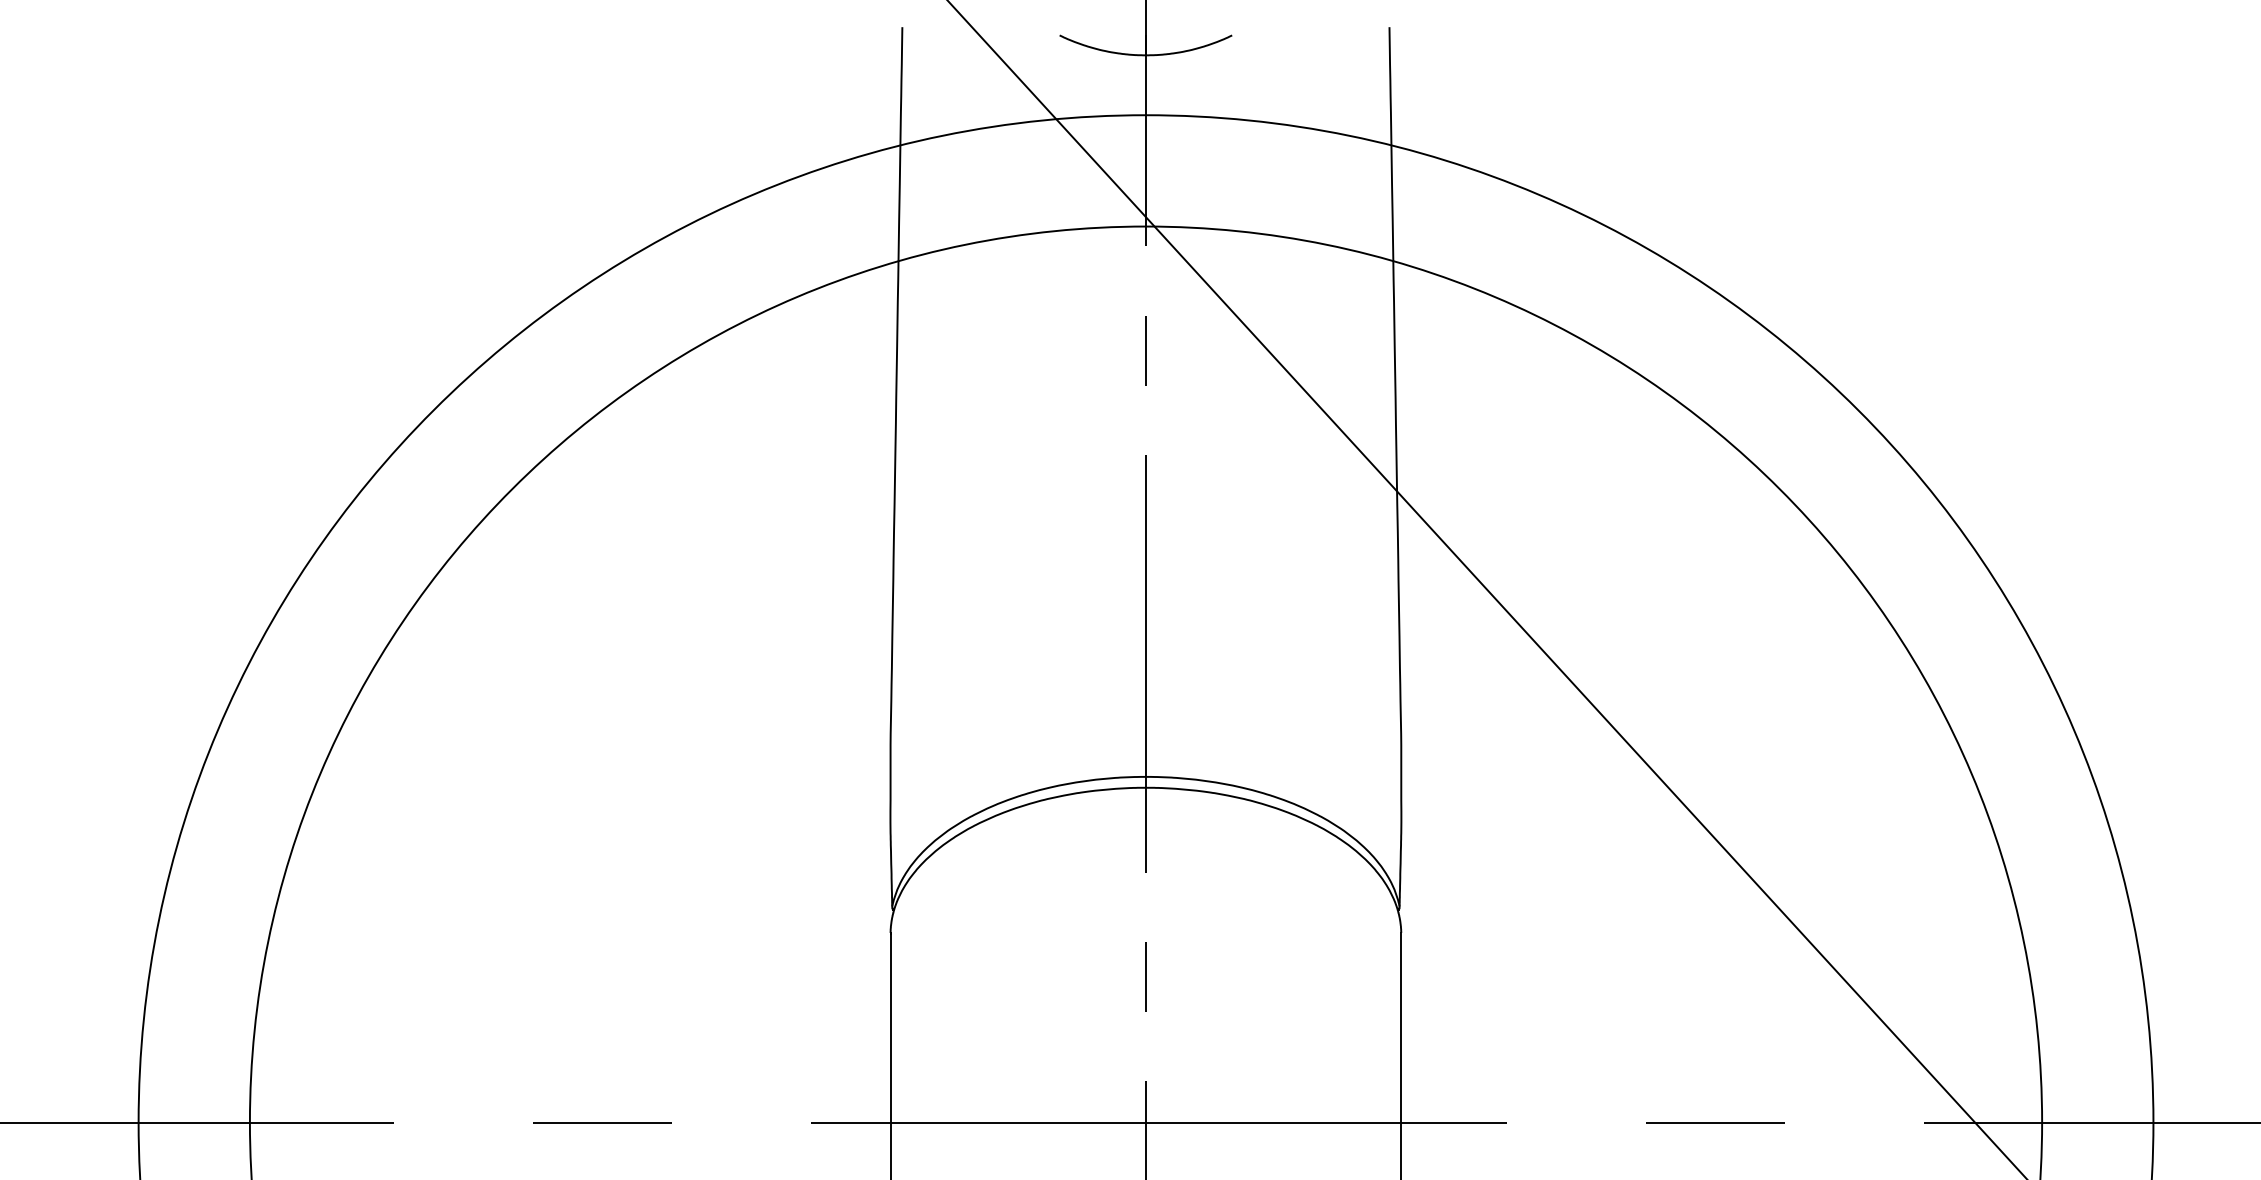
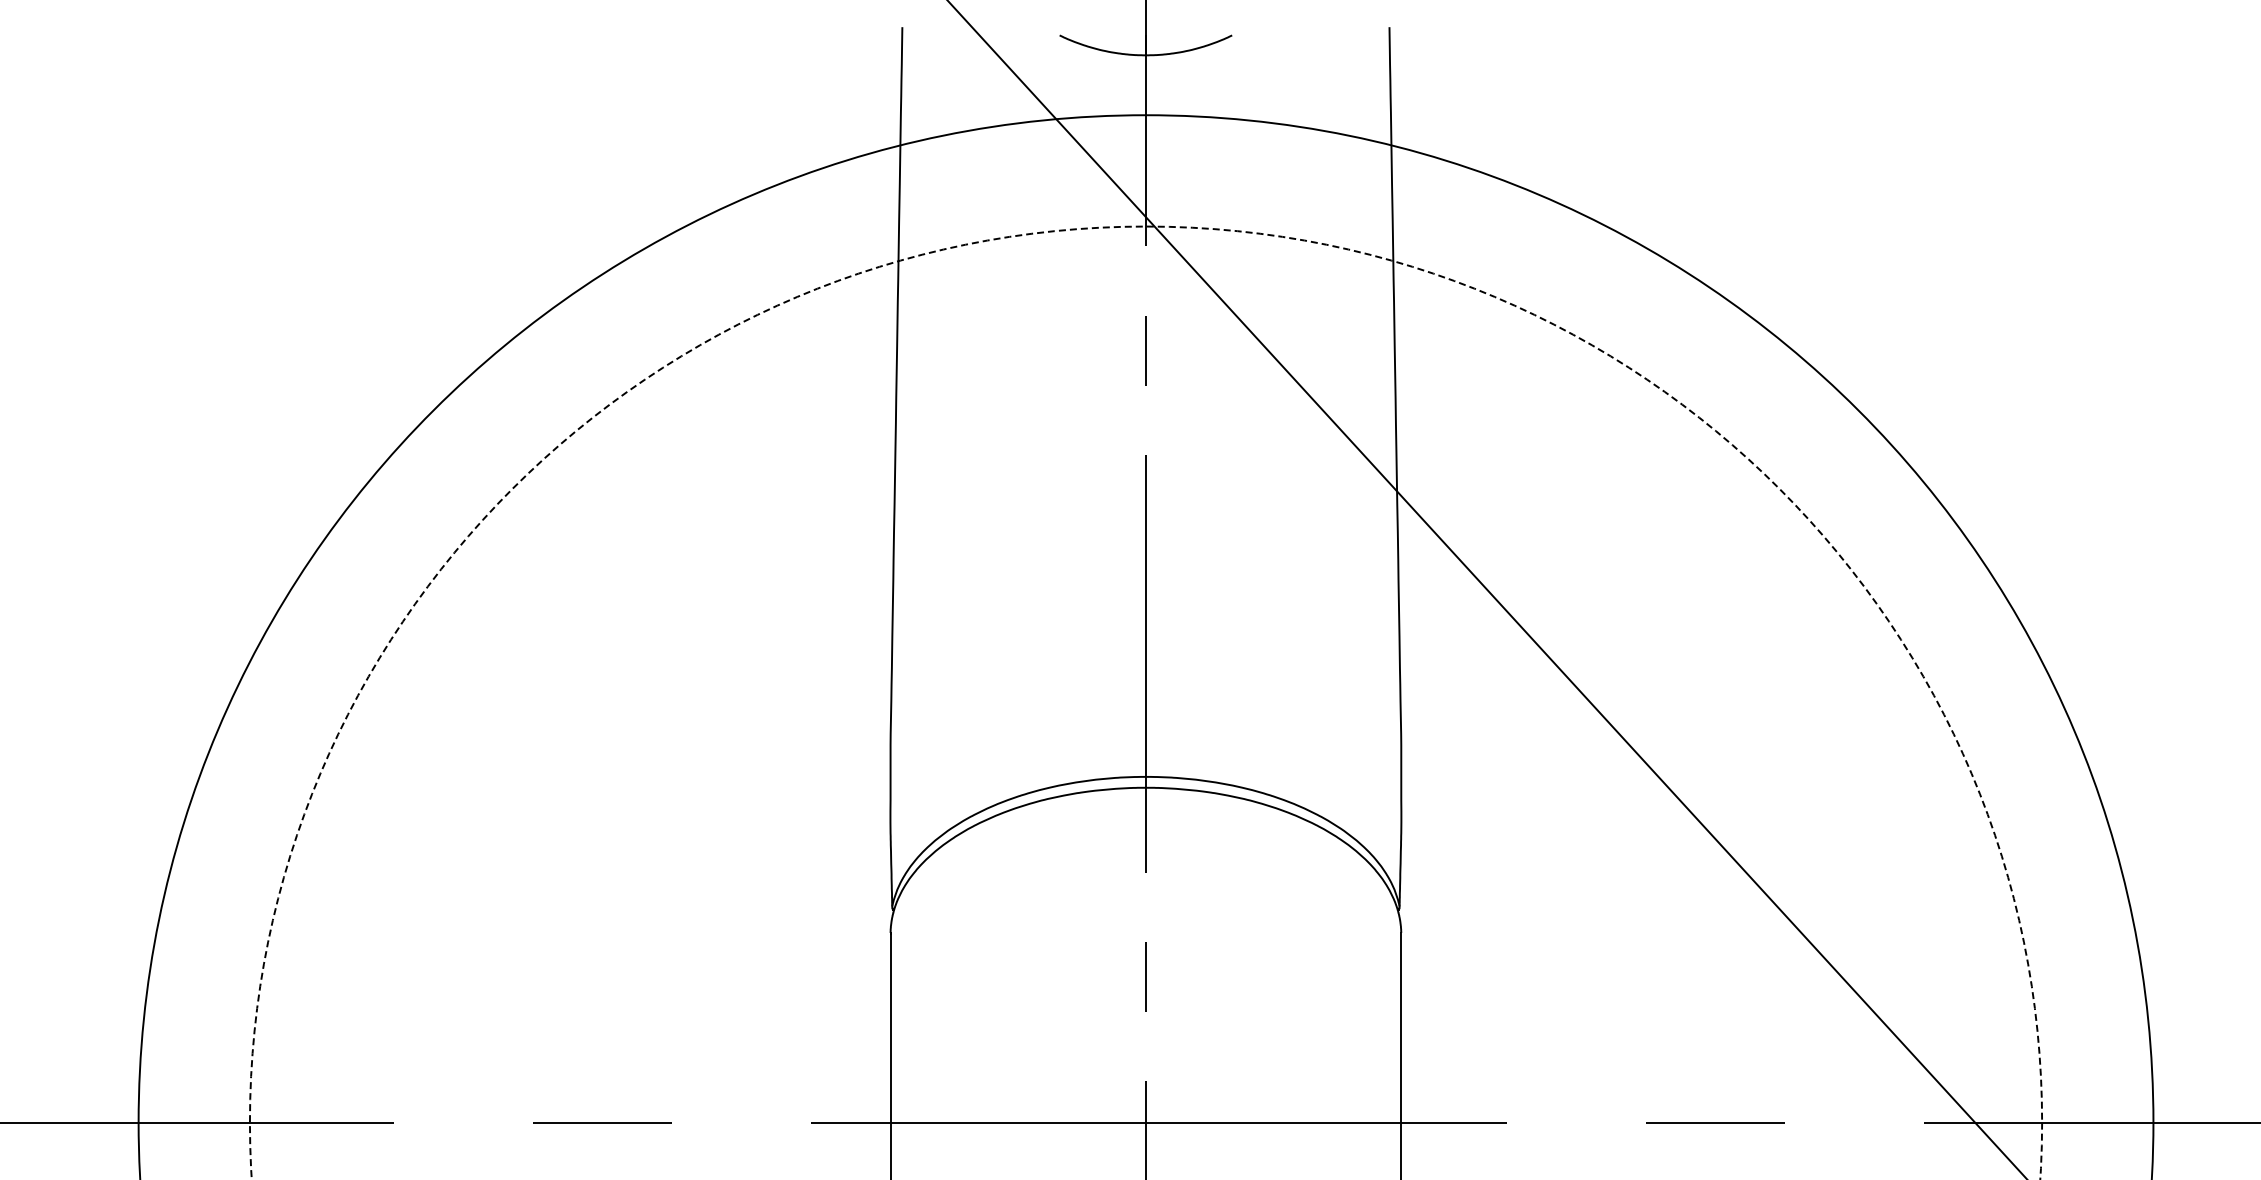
circle at (1145, 702): solid -> dashed
